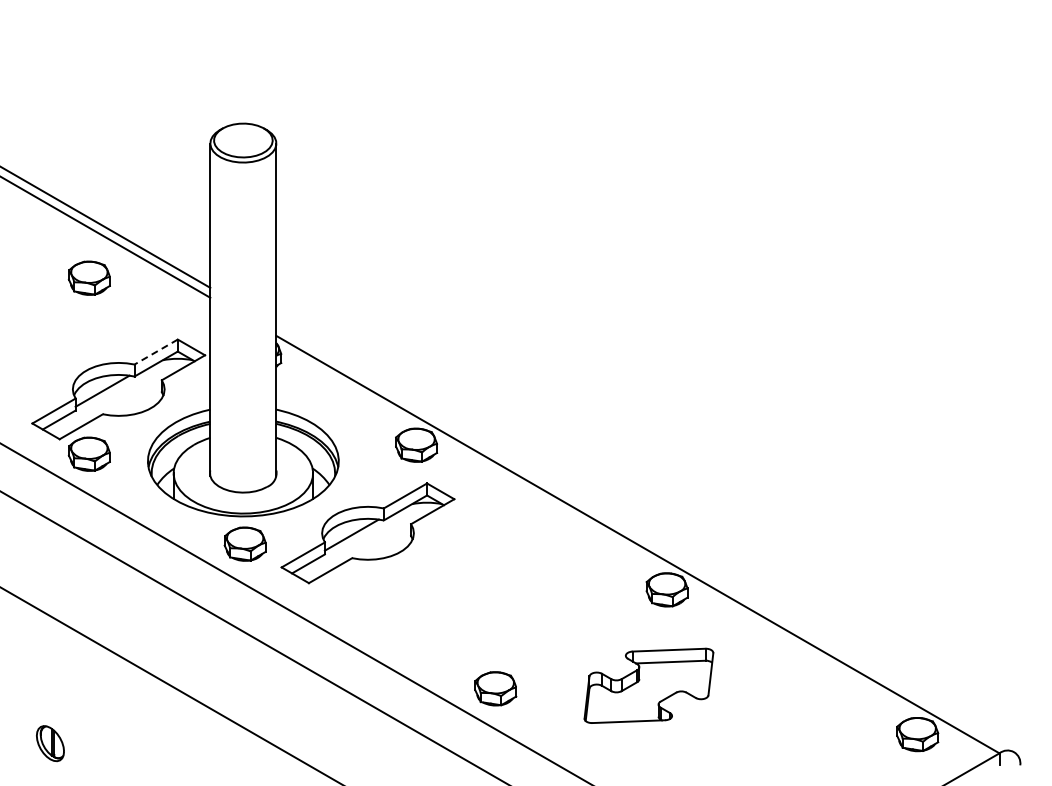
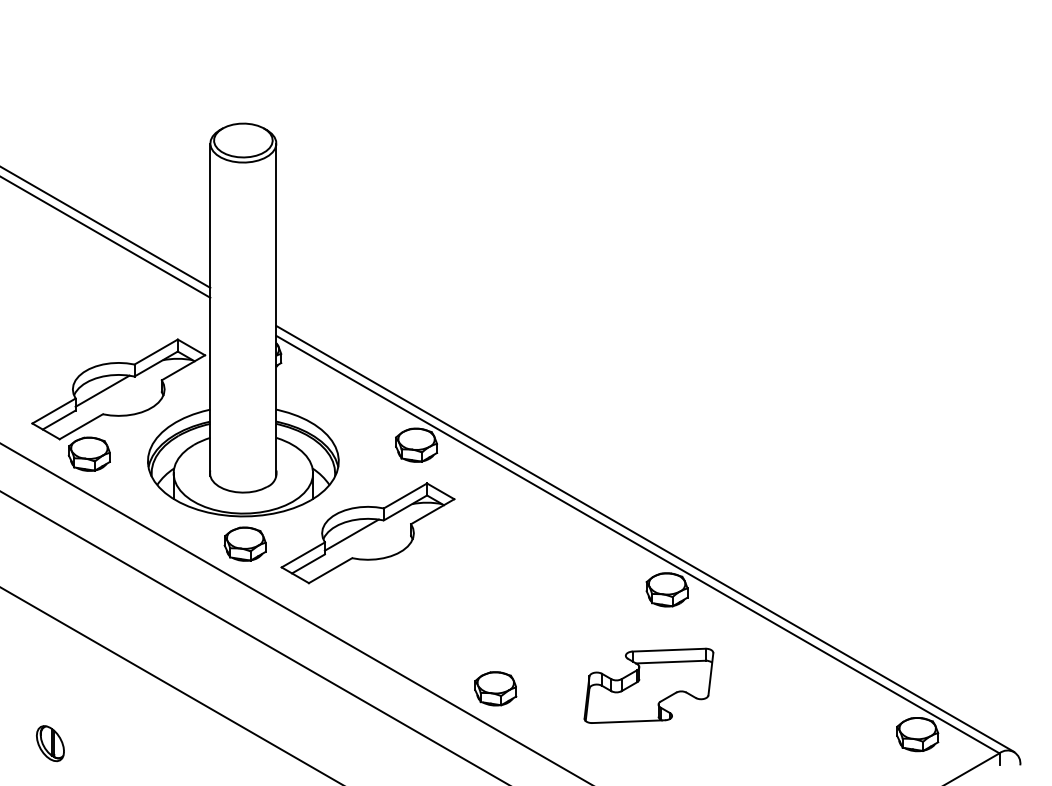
part at (88, 277): present -> none
line at (156, 352): dashed -> solid
line at (645, 538): none -> present
